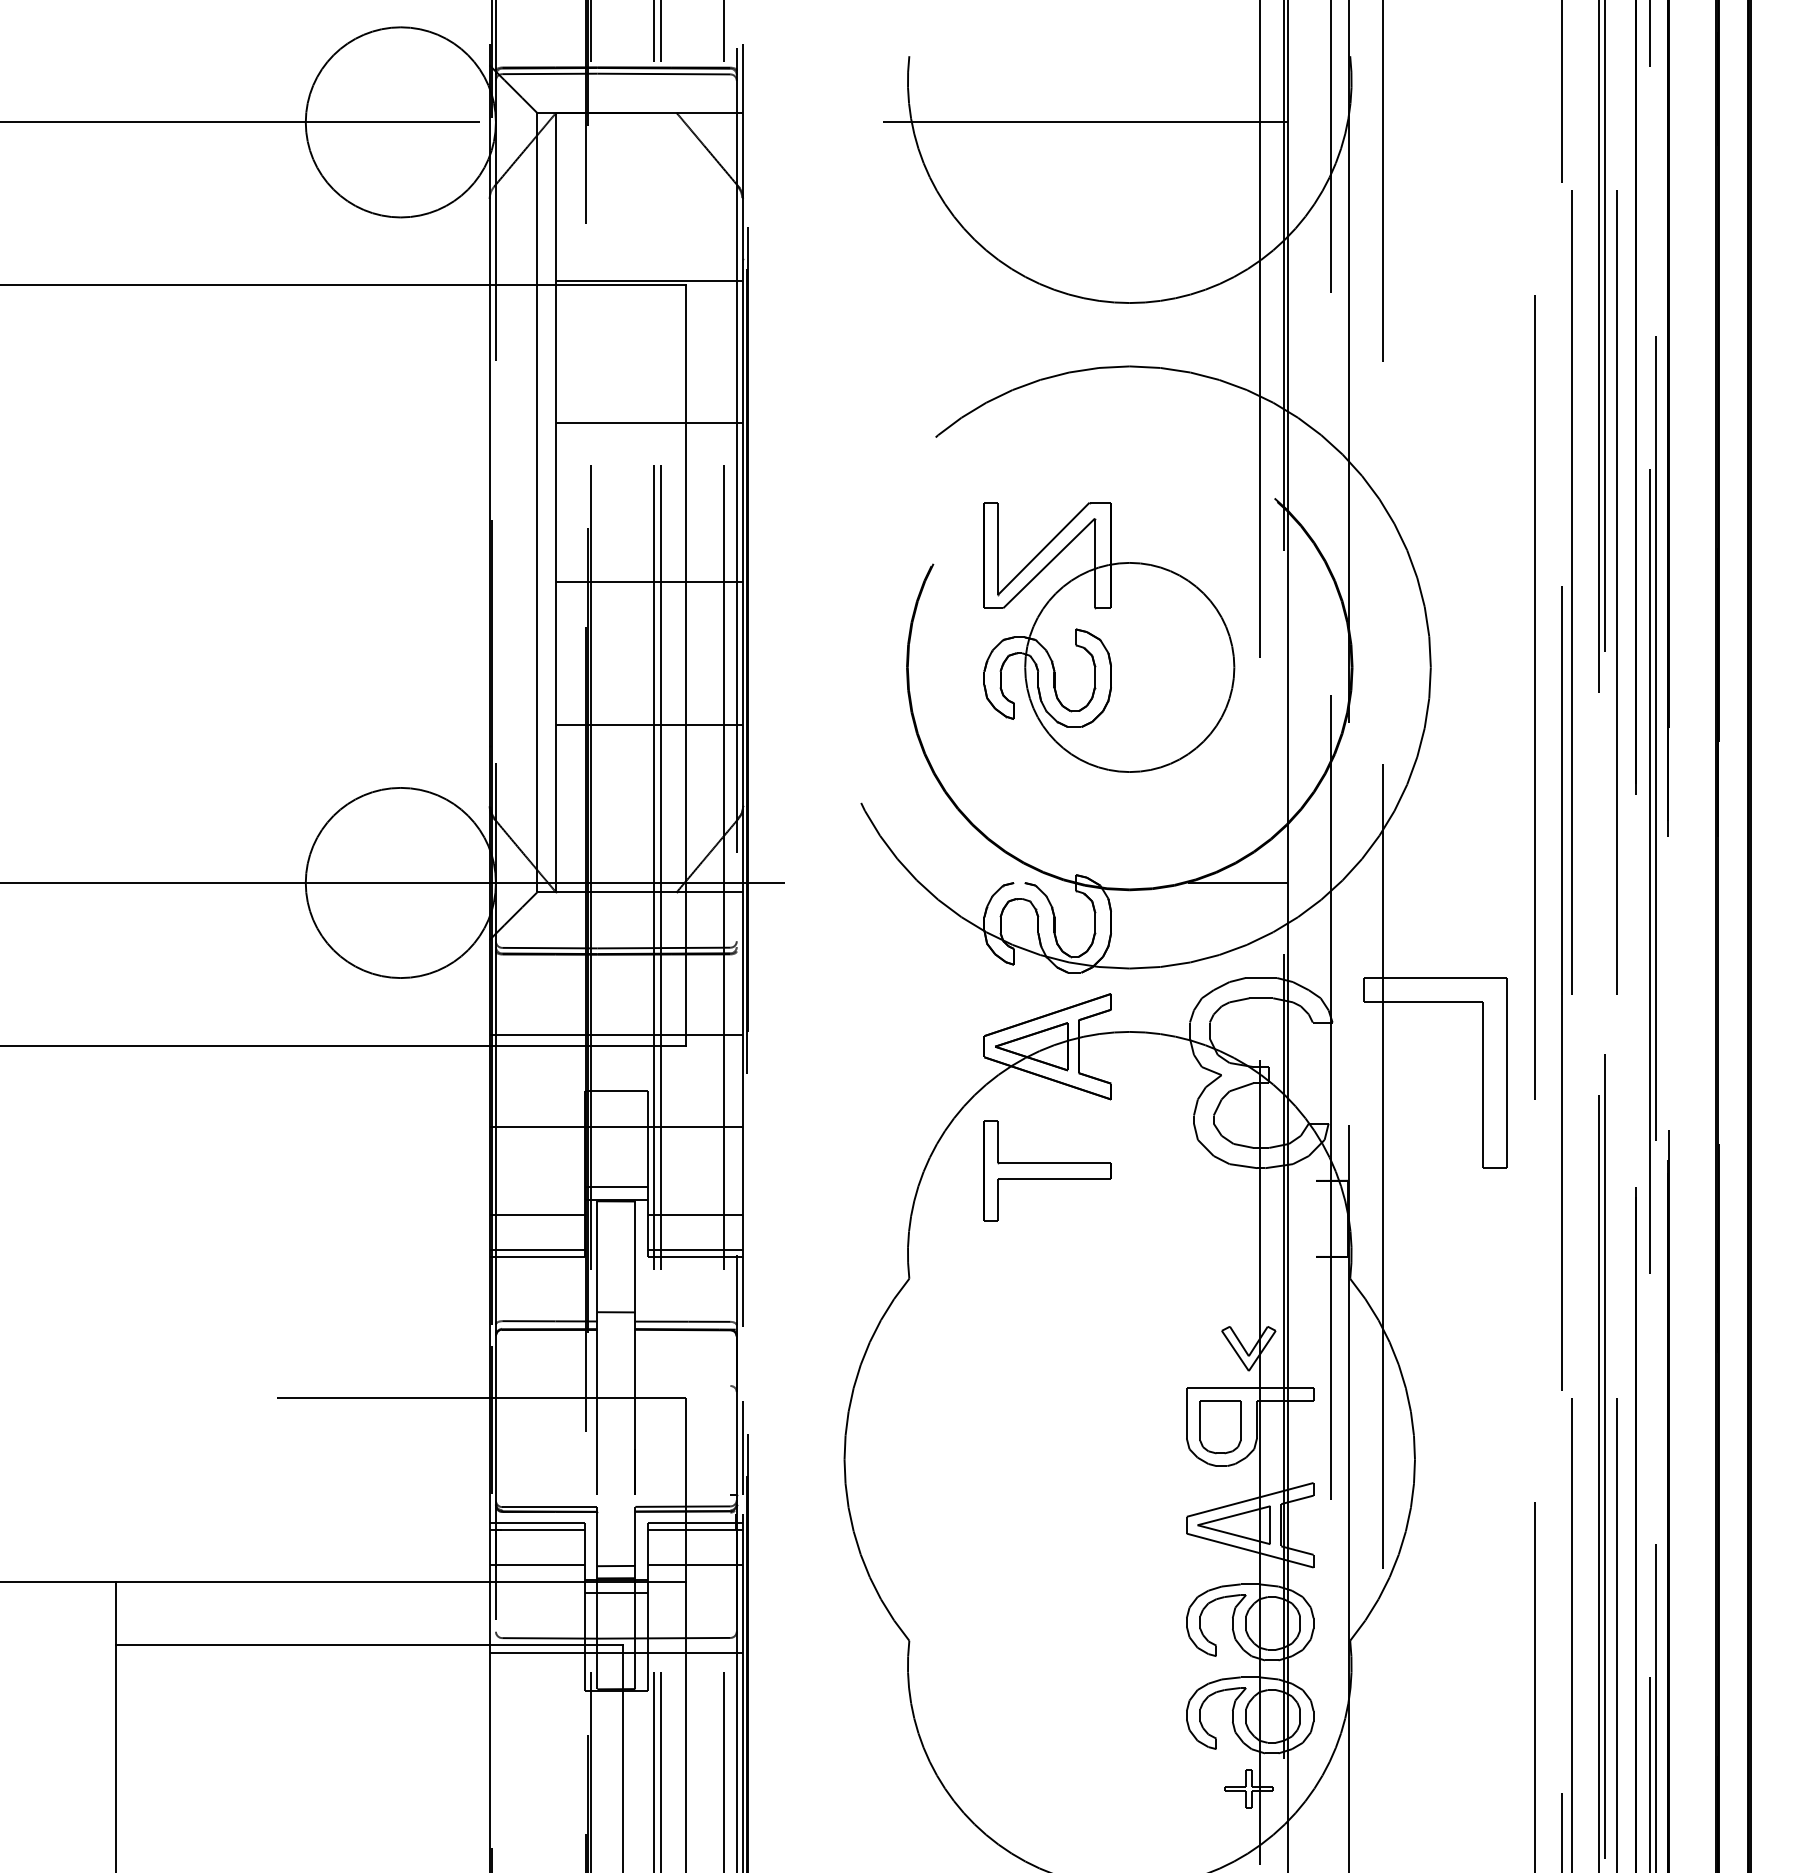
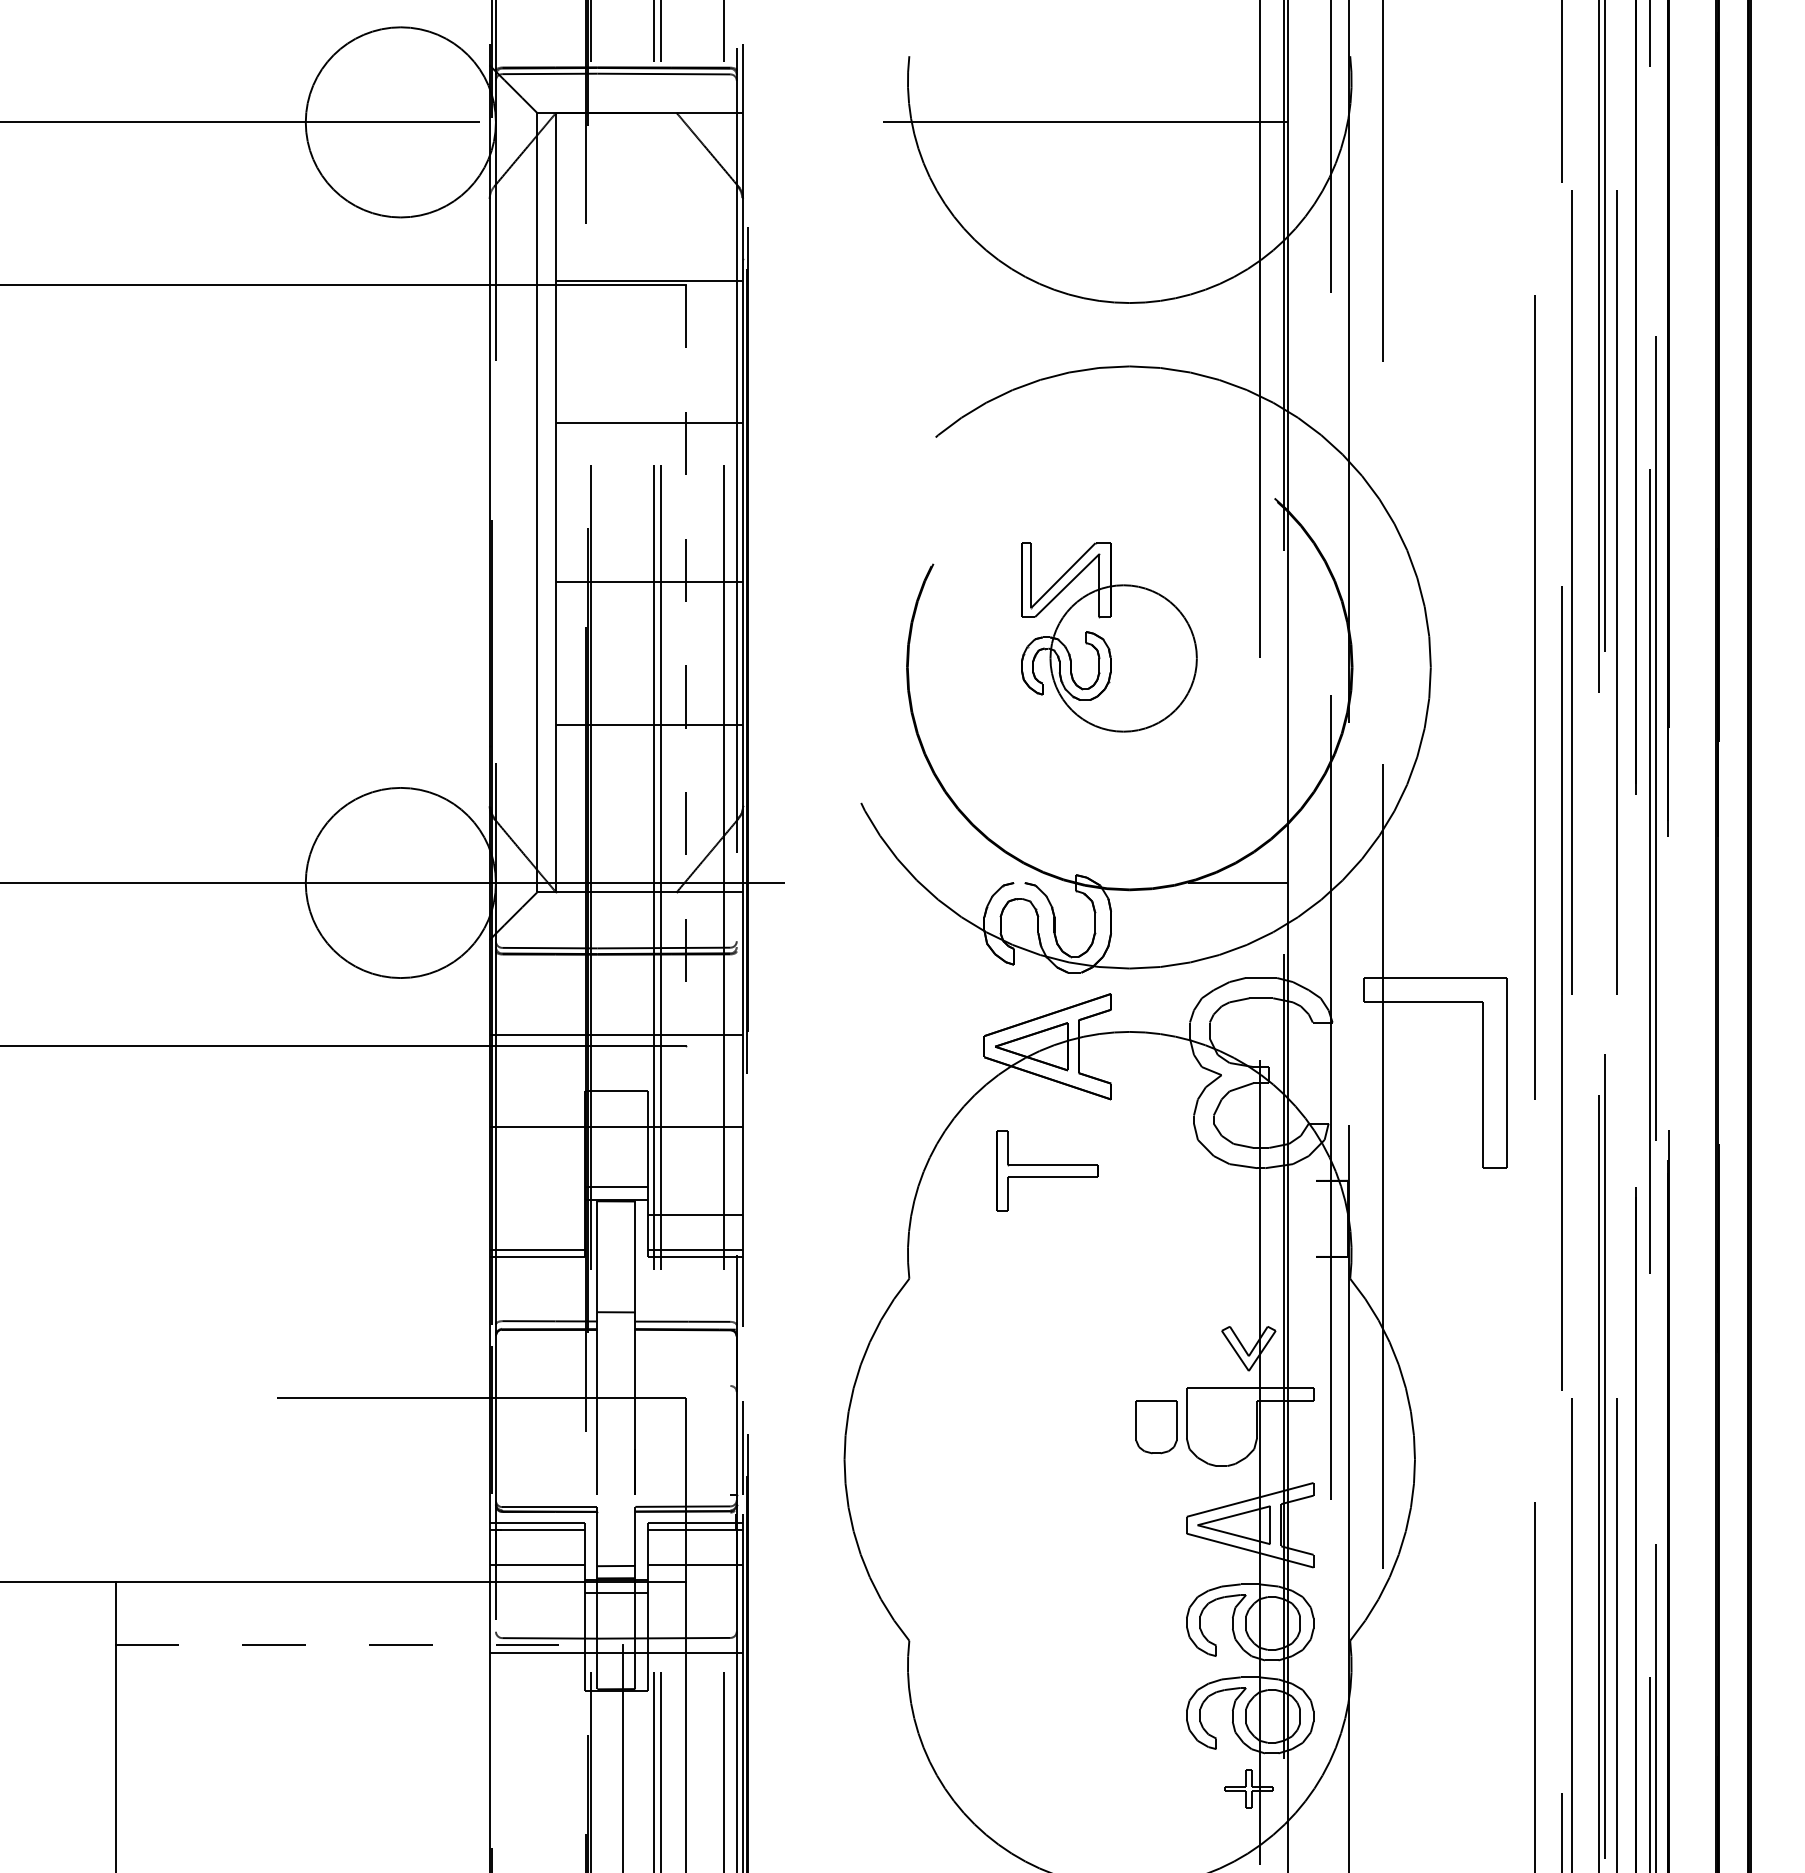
part at (1109, 637) size: 253x271 px -> 177x191 px
line at (686, 665): solid -> dashed
part at (1047, 1170) size: 129x102 px -> 103x82 px
line at (536, 1214): present -> none
part at (1220, 1427) position: (1220, 1427) -> (1156, 1427)
line at (369, 1645): solid -> dashed
